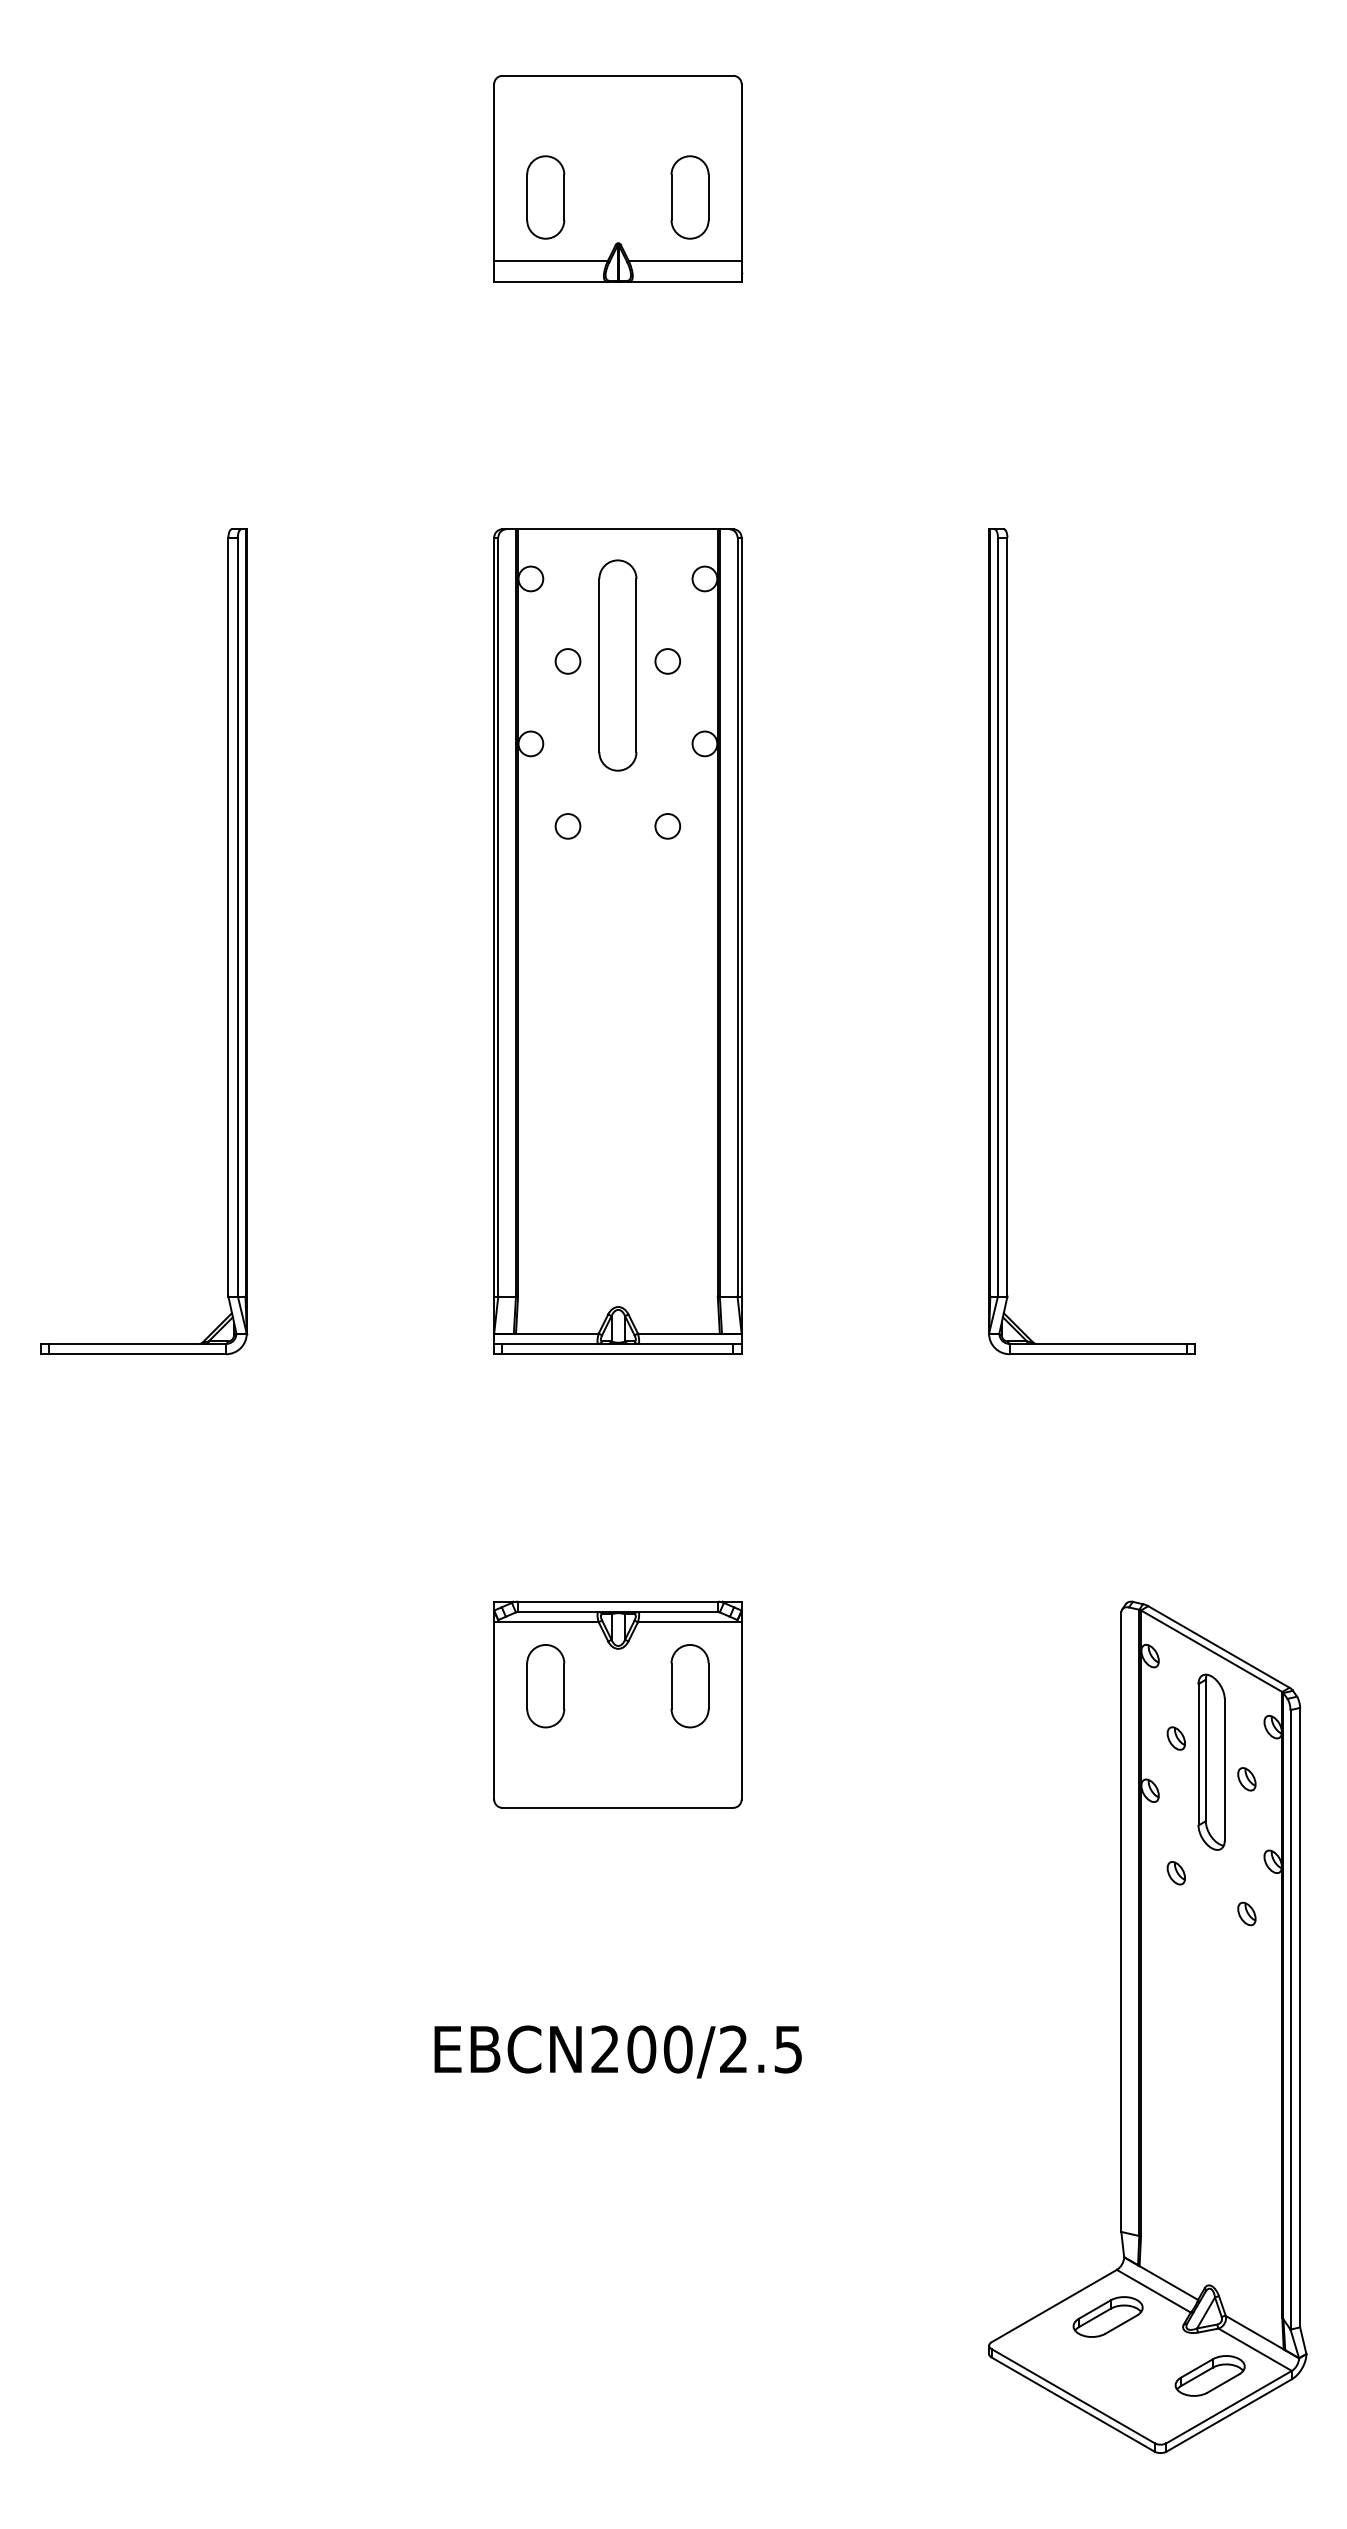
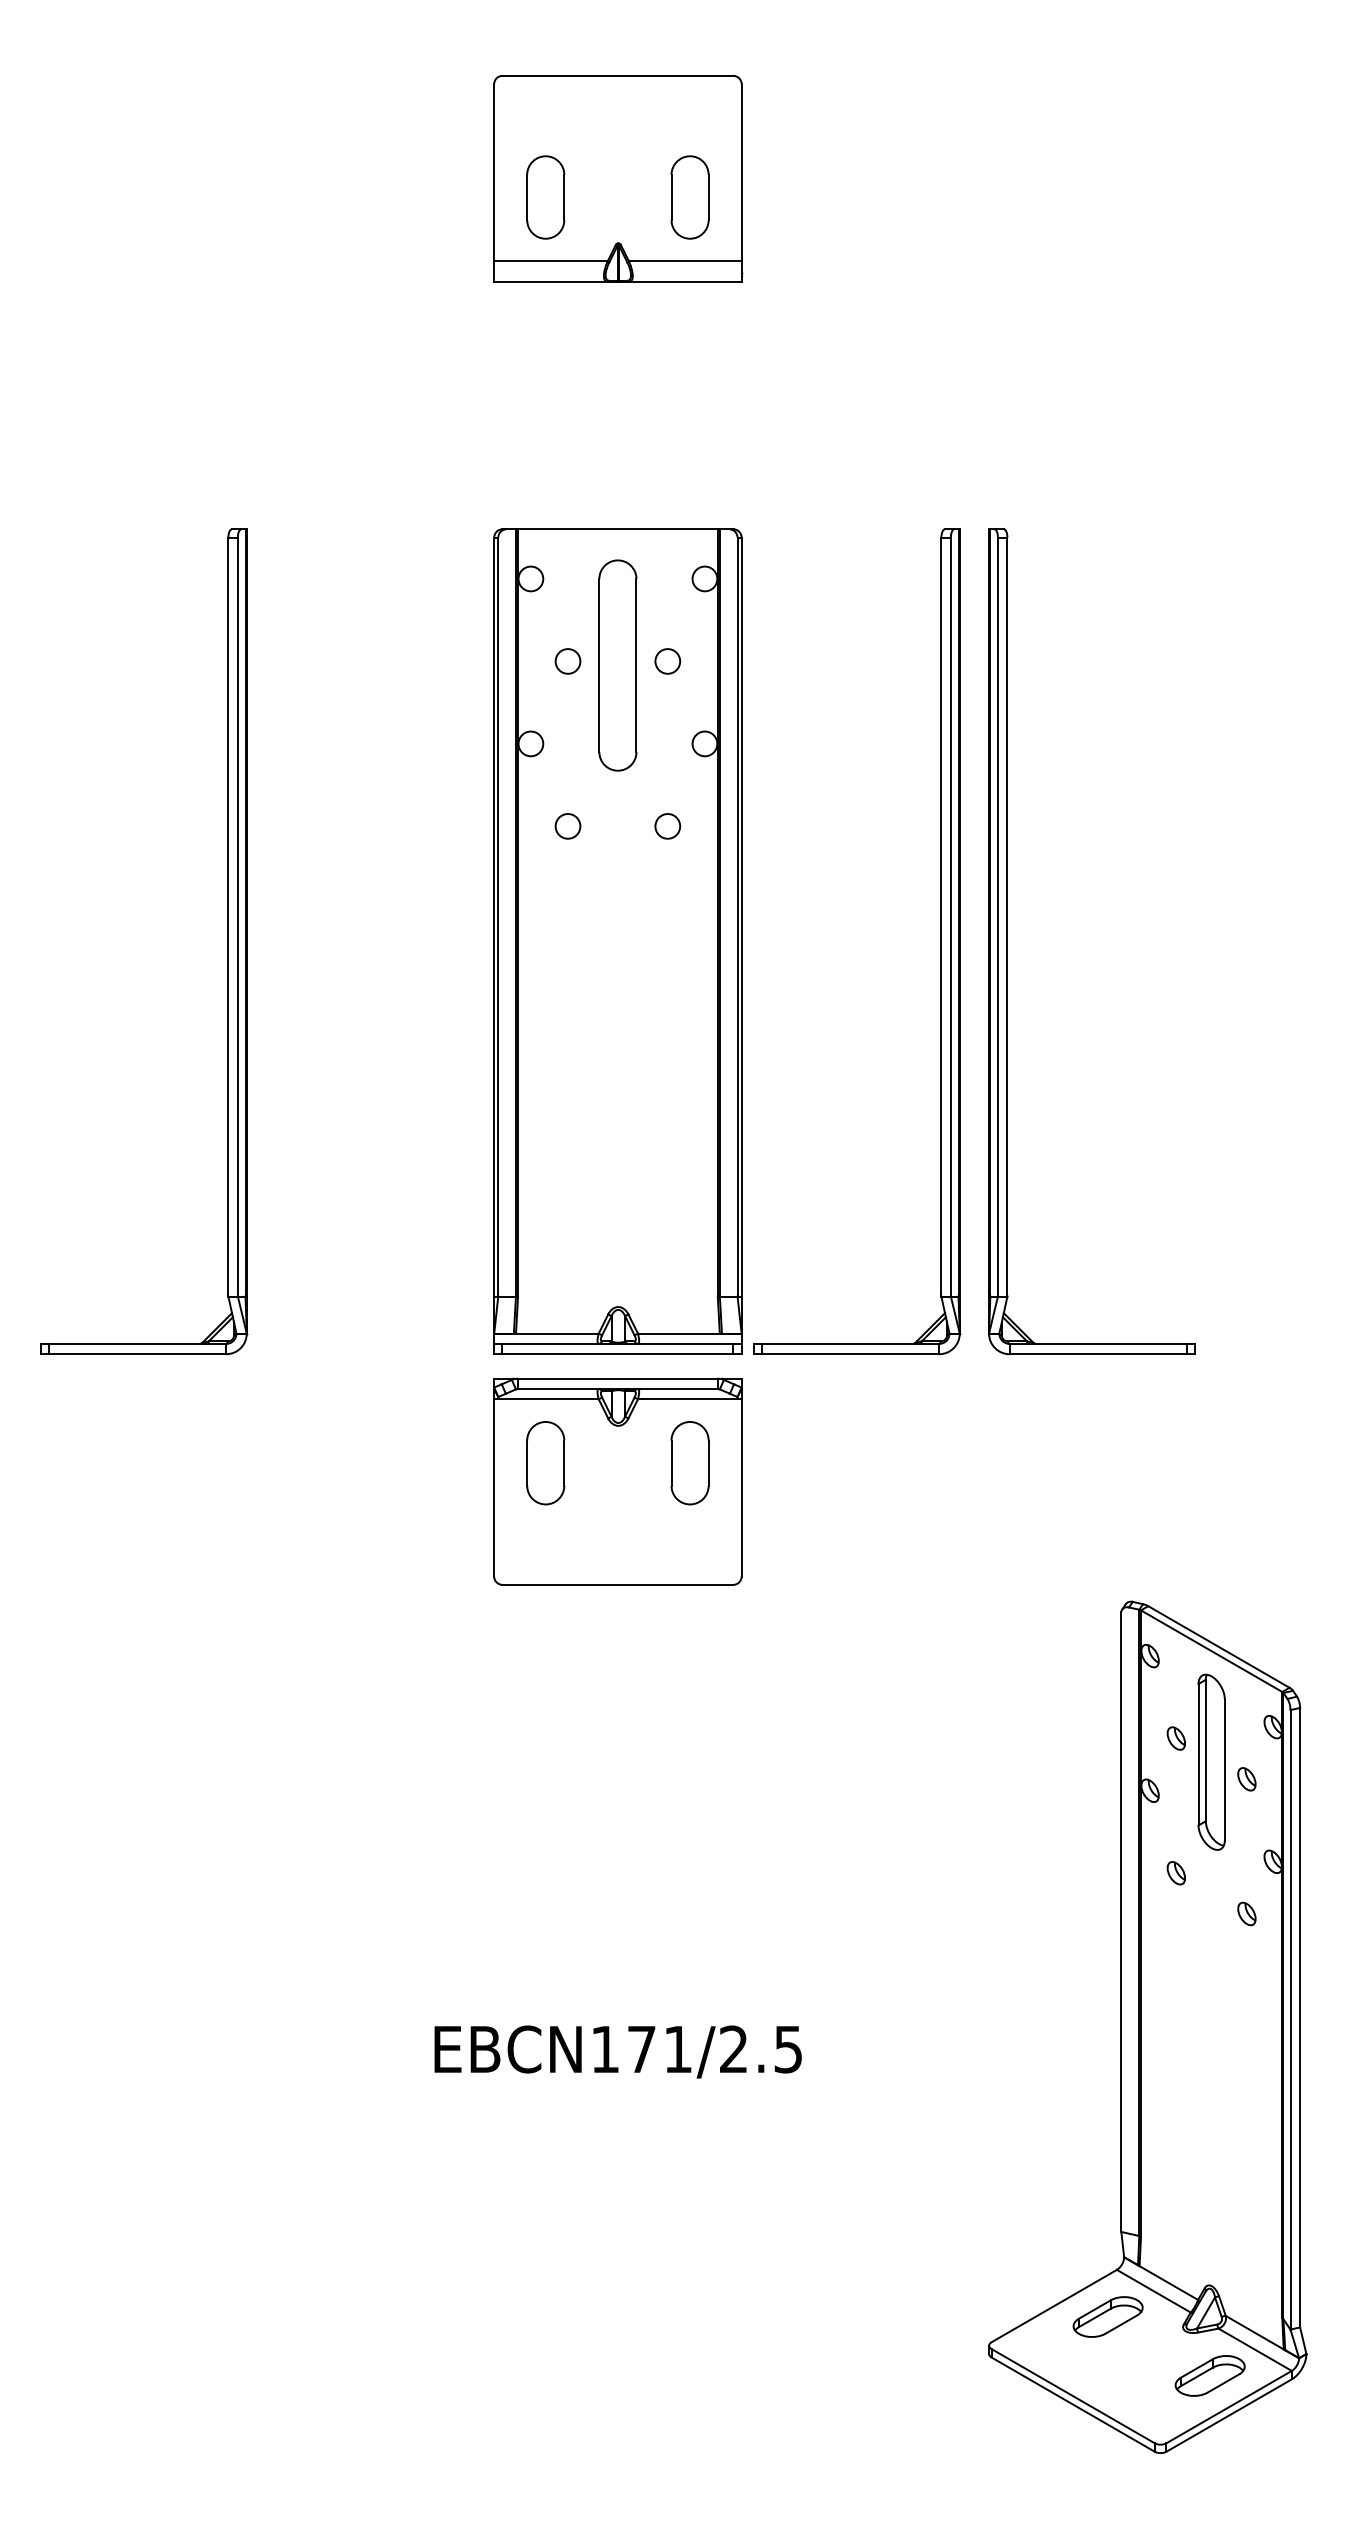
part at (940, 941): none -> present
part at (617, 1704) position: (617, 1704) -> (617, 1481)
text at (641, 2049): EBCN200/2.5 -> EBCN171/2.5
